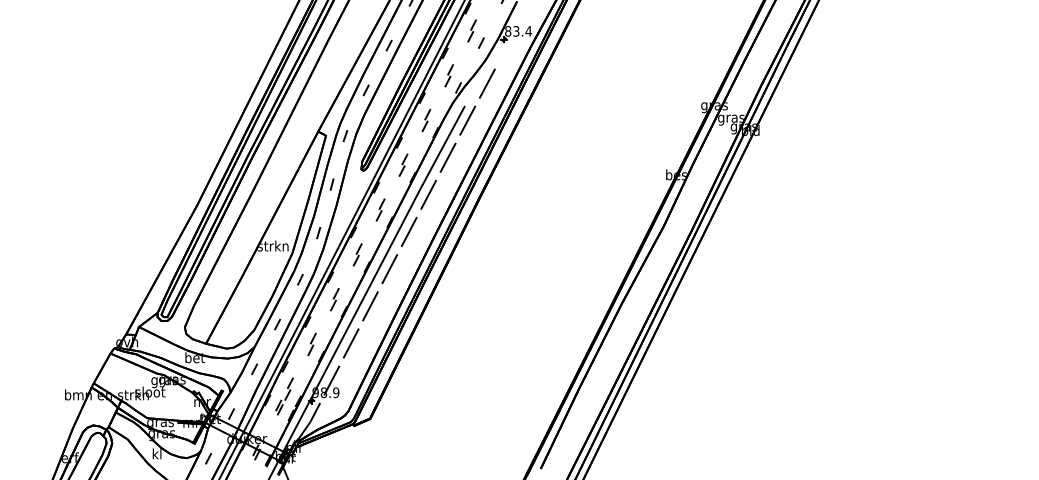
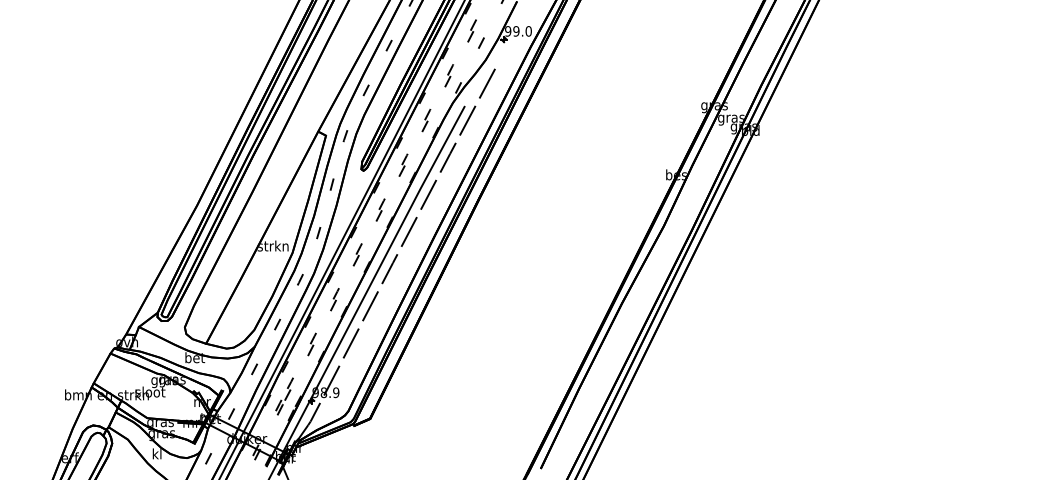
text at (518, 31): 83.4 -> 99.0
